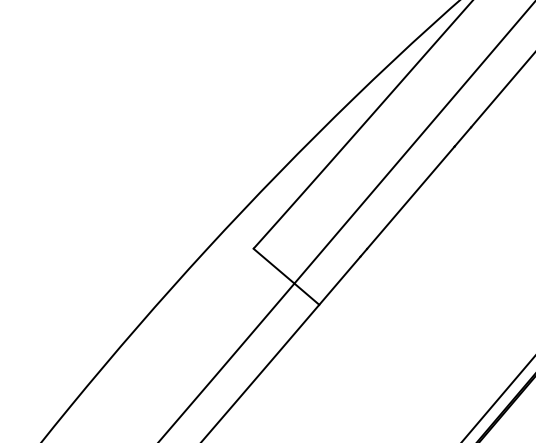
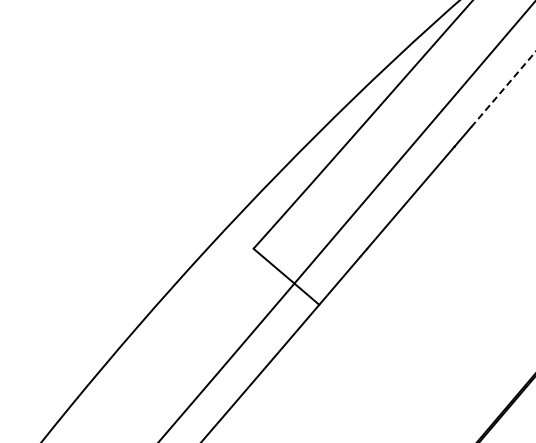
line at (503, 89): solid -> dashed
line at (498, 399): present -> none
